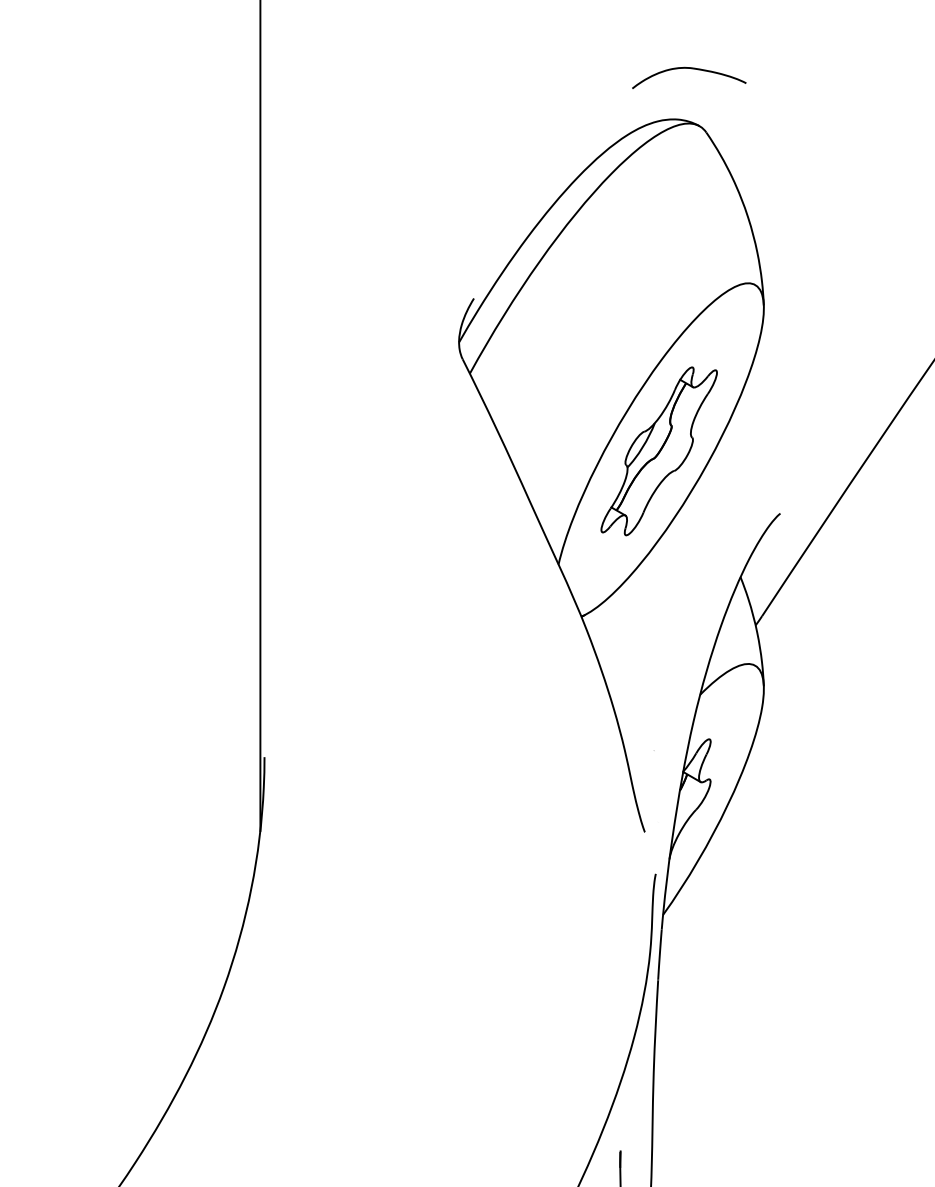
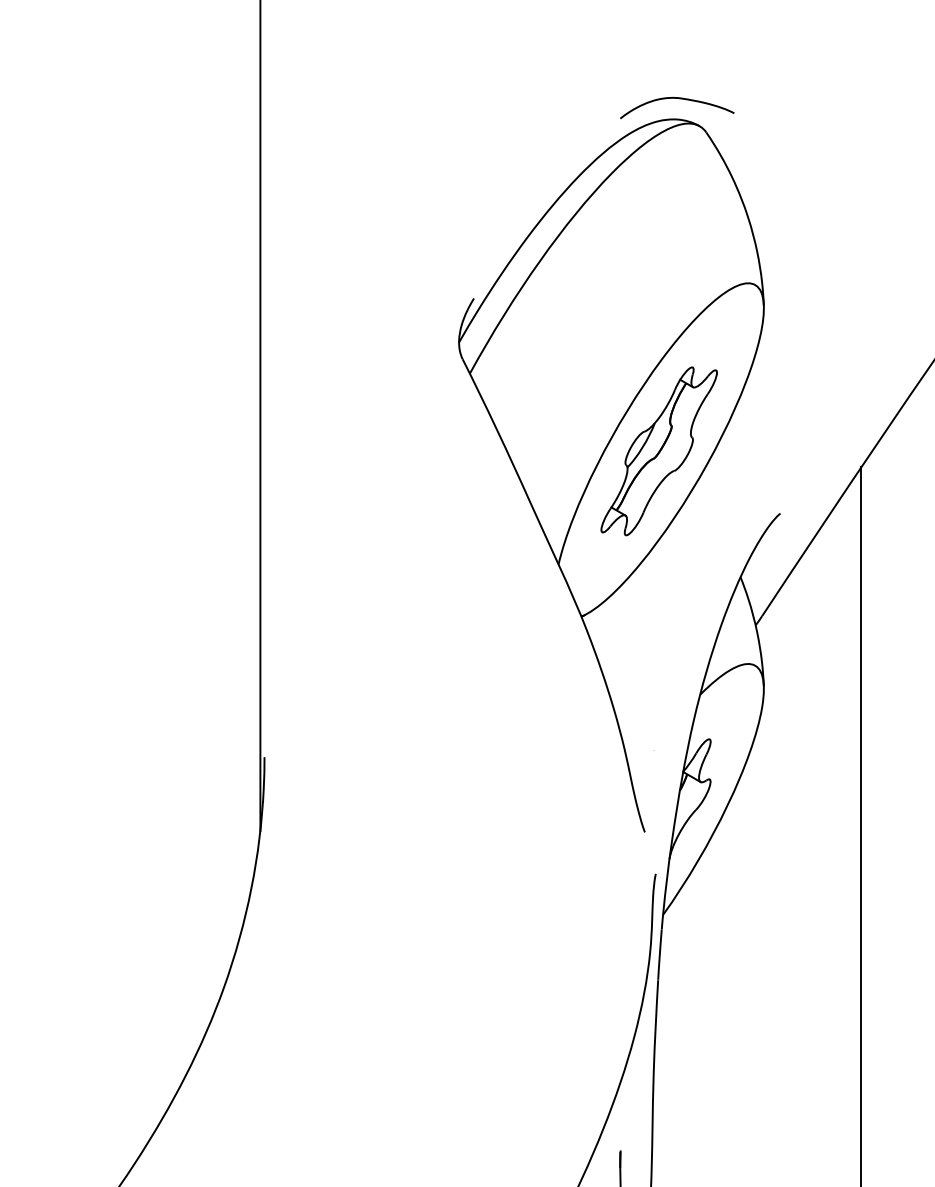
part at (691, 69) position: (691, 69) -> (679, 99)
line at (861, 825): none -> present
